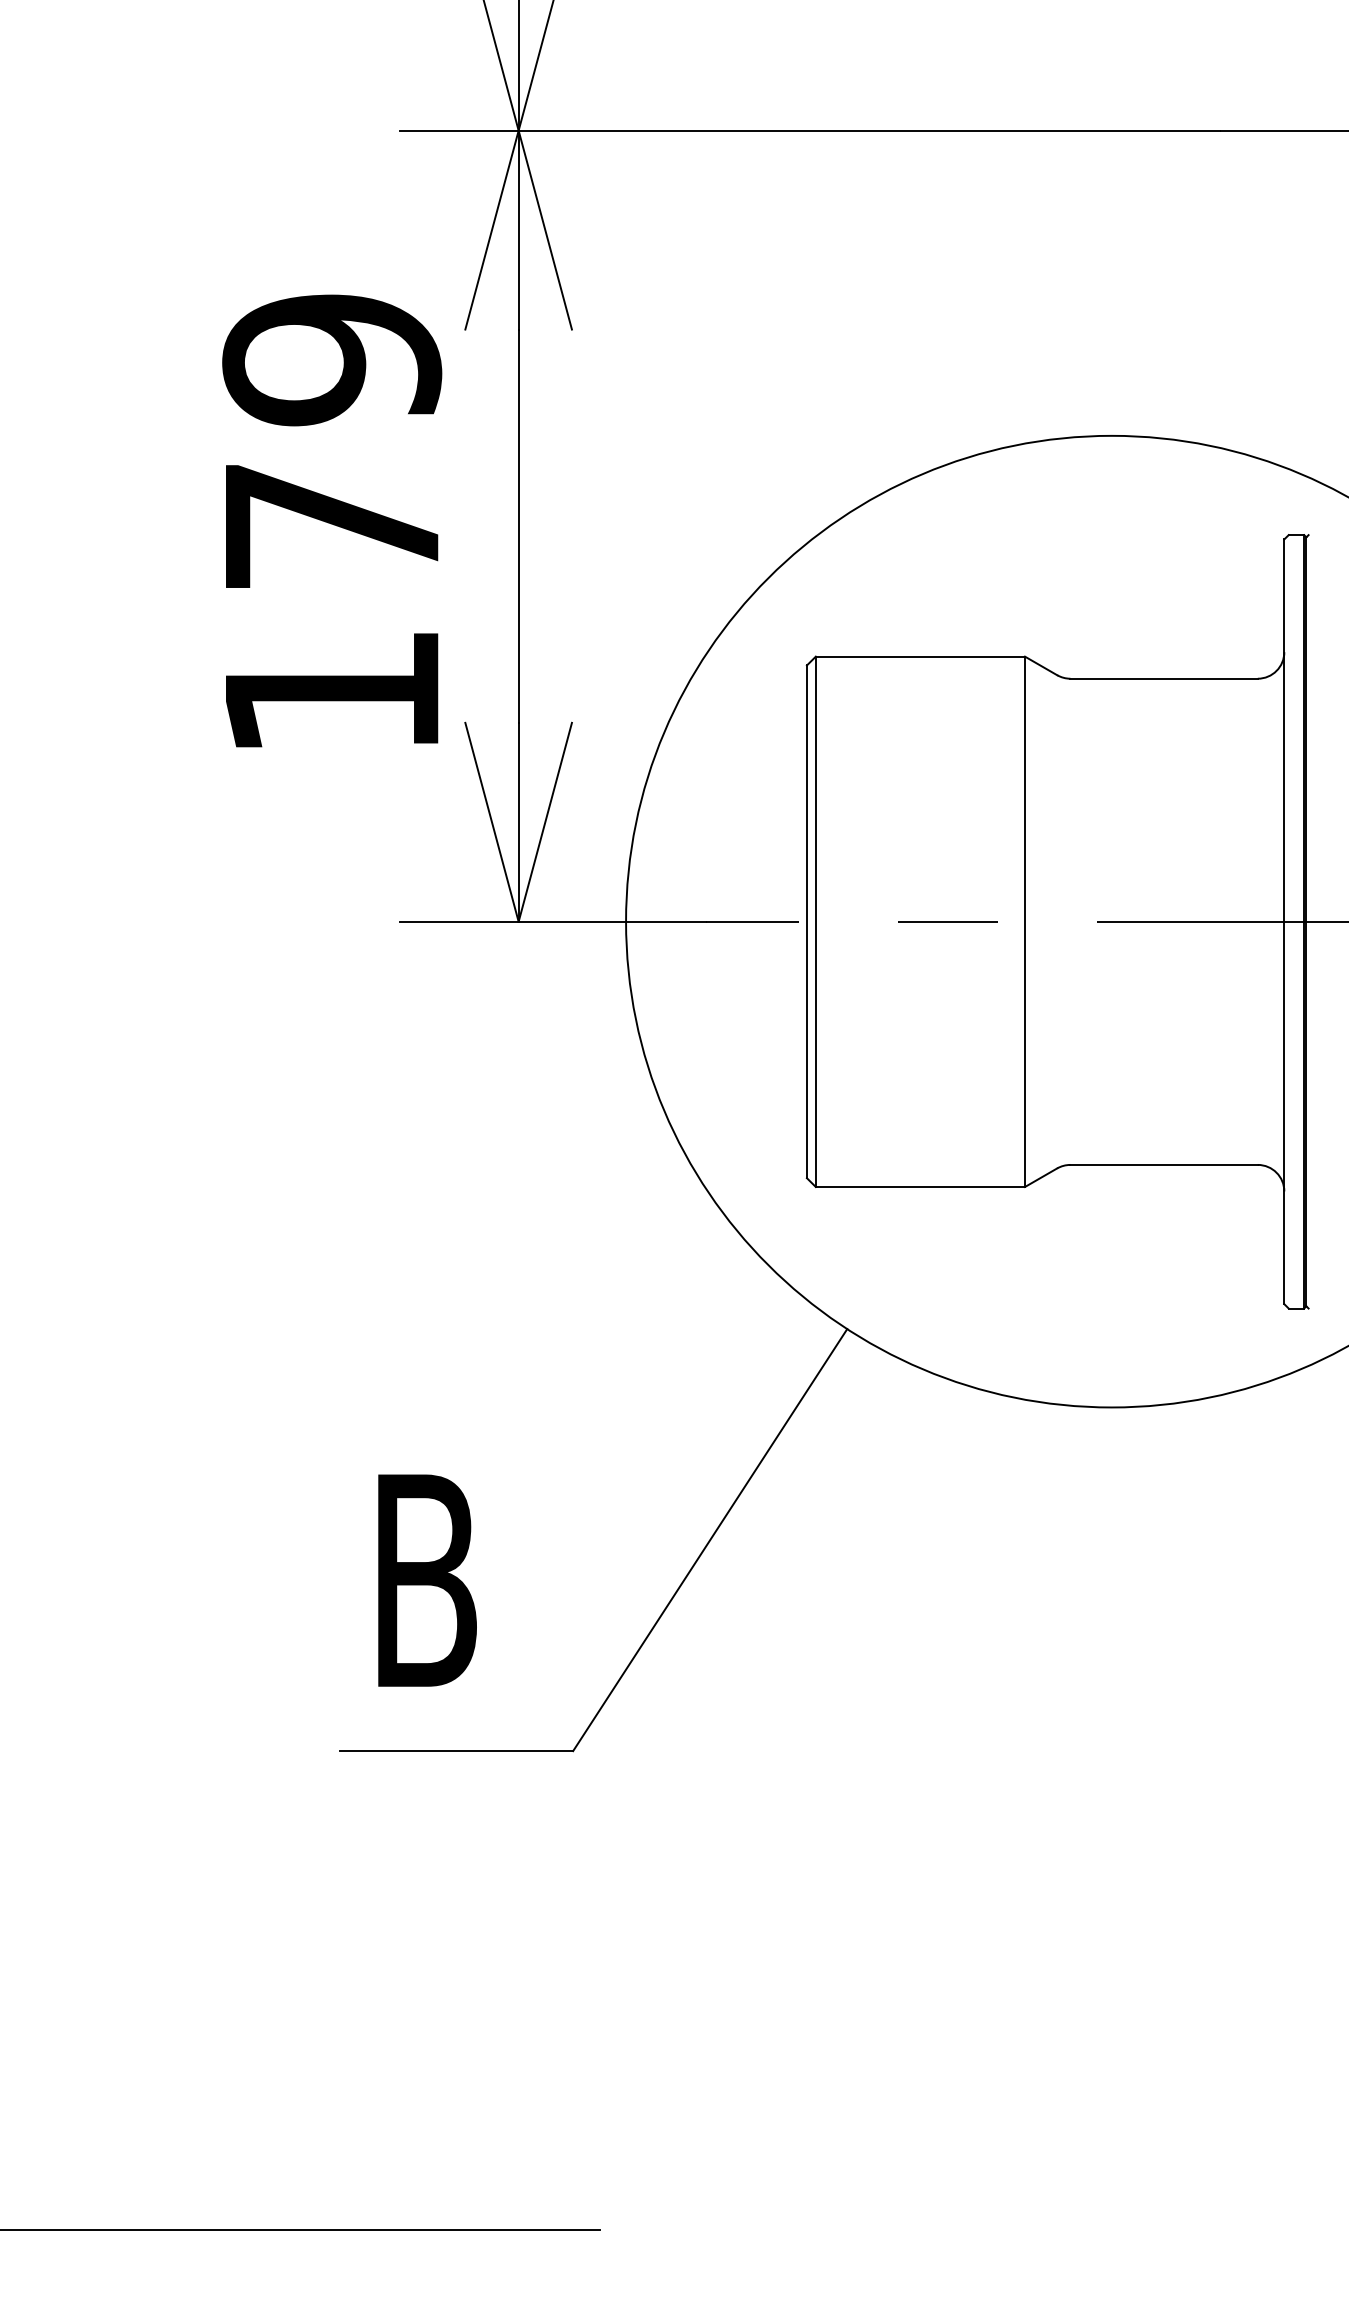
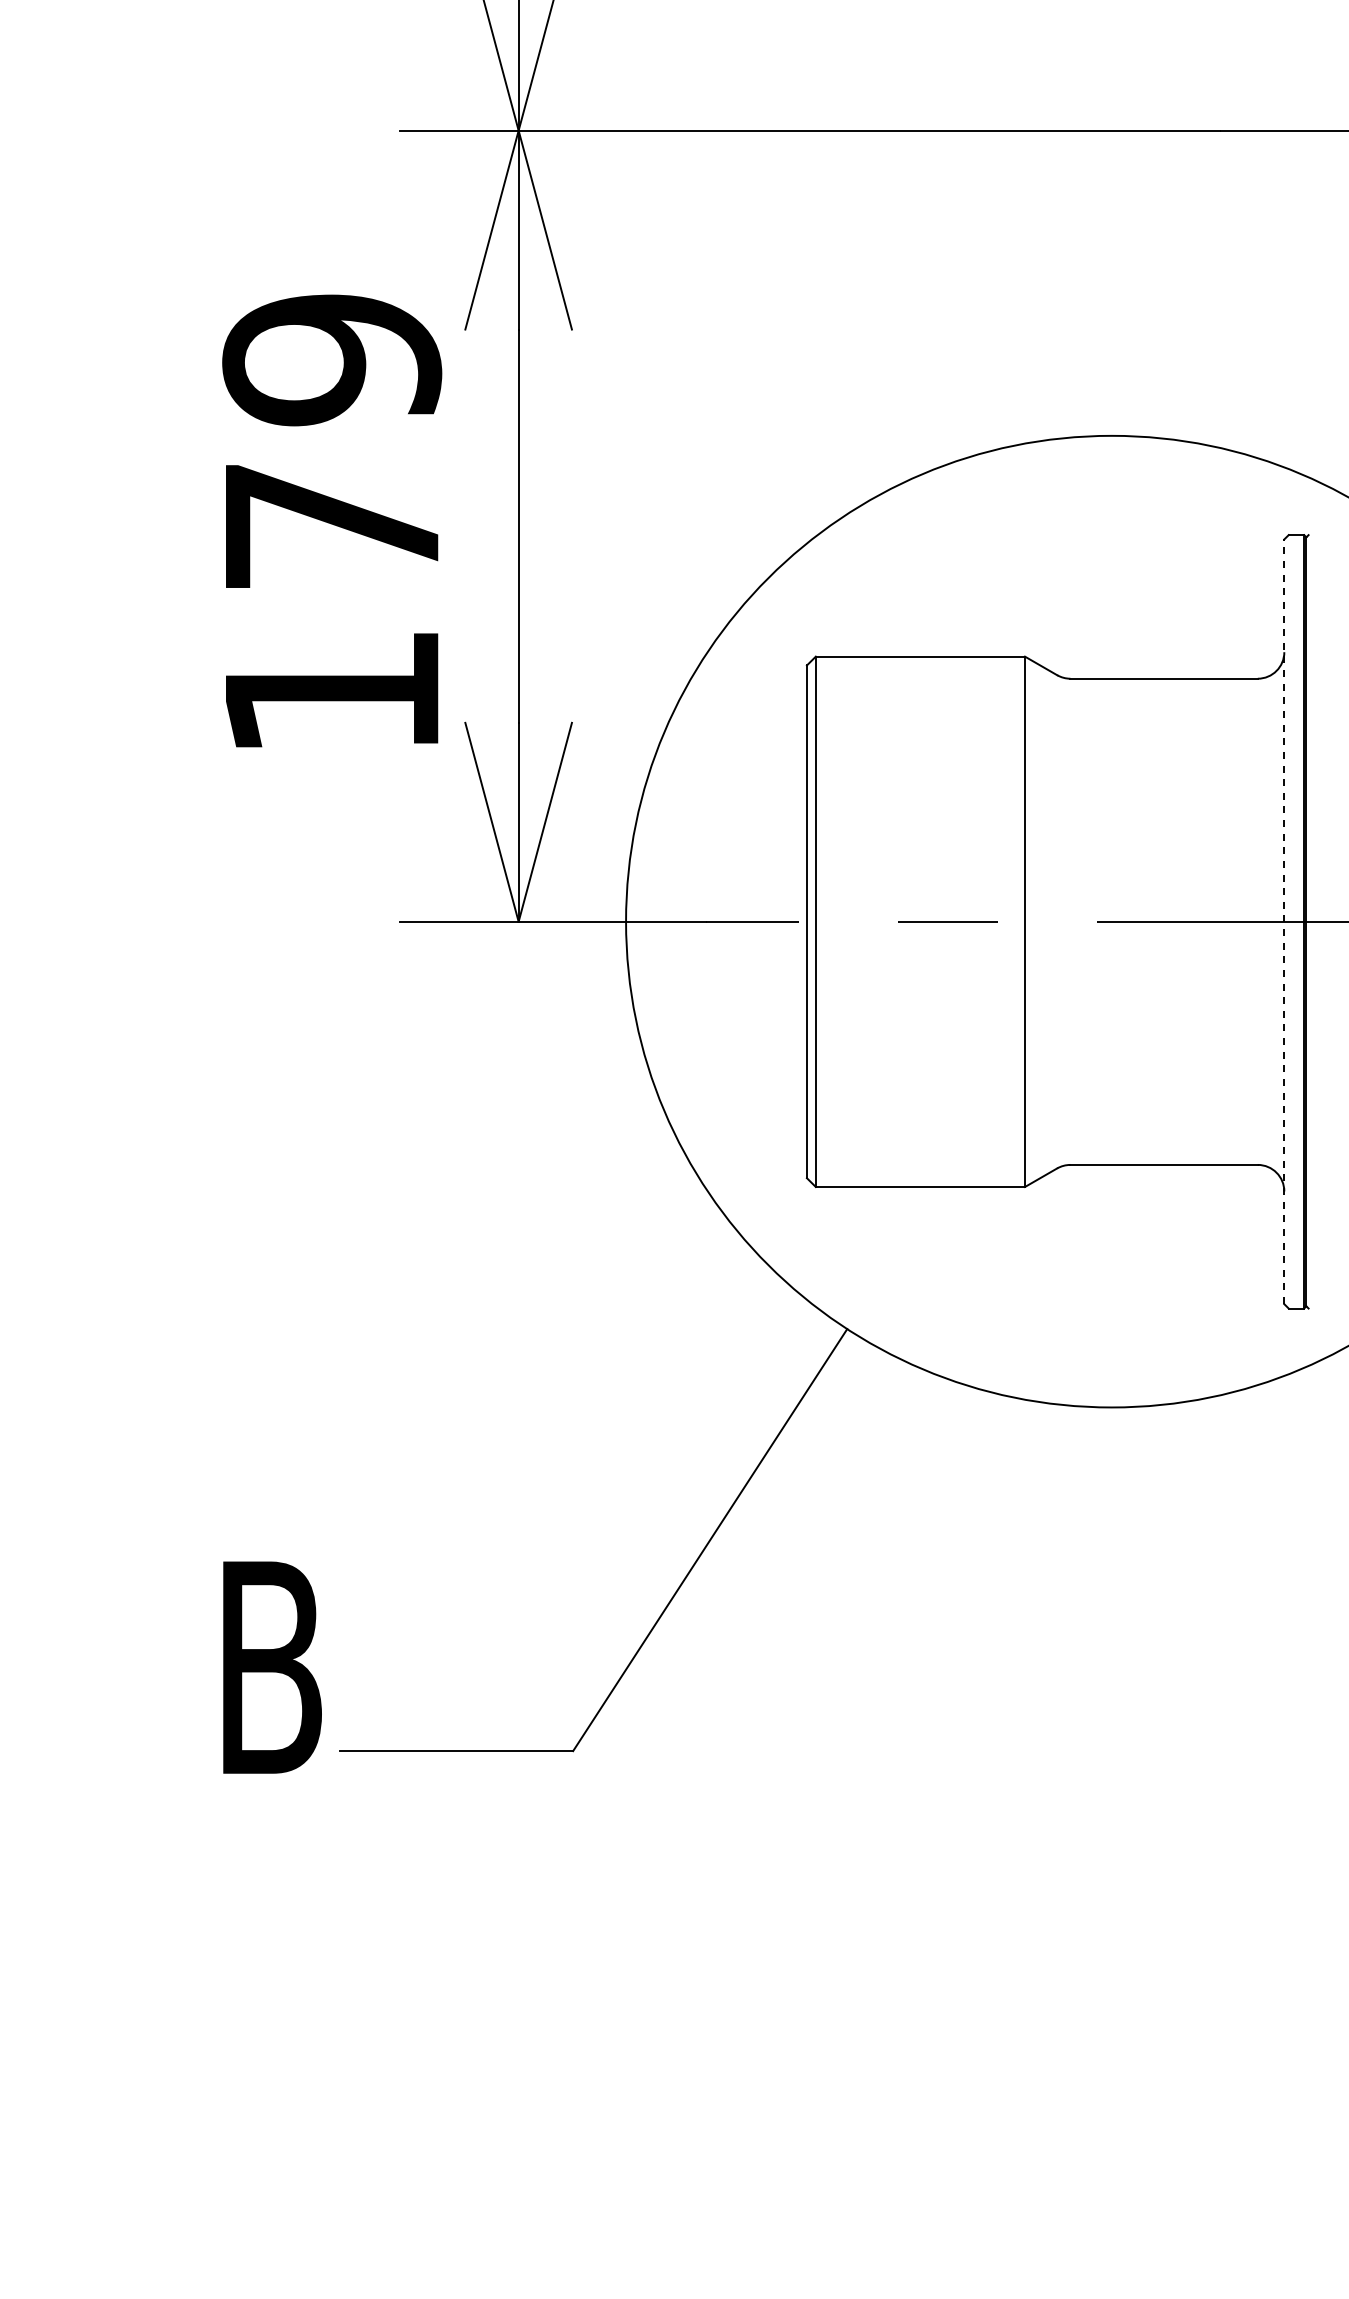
line at (1284, 921): solid -> dashed
text at (427, 1580) position: (427, 1580) -> (272, 1667)
line at (301, 2230): present -> none
